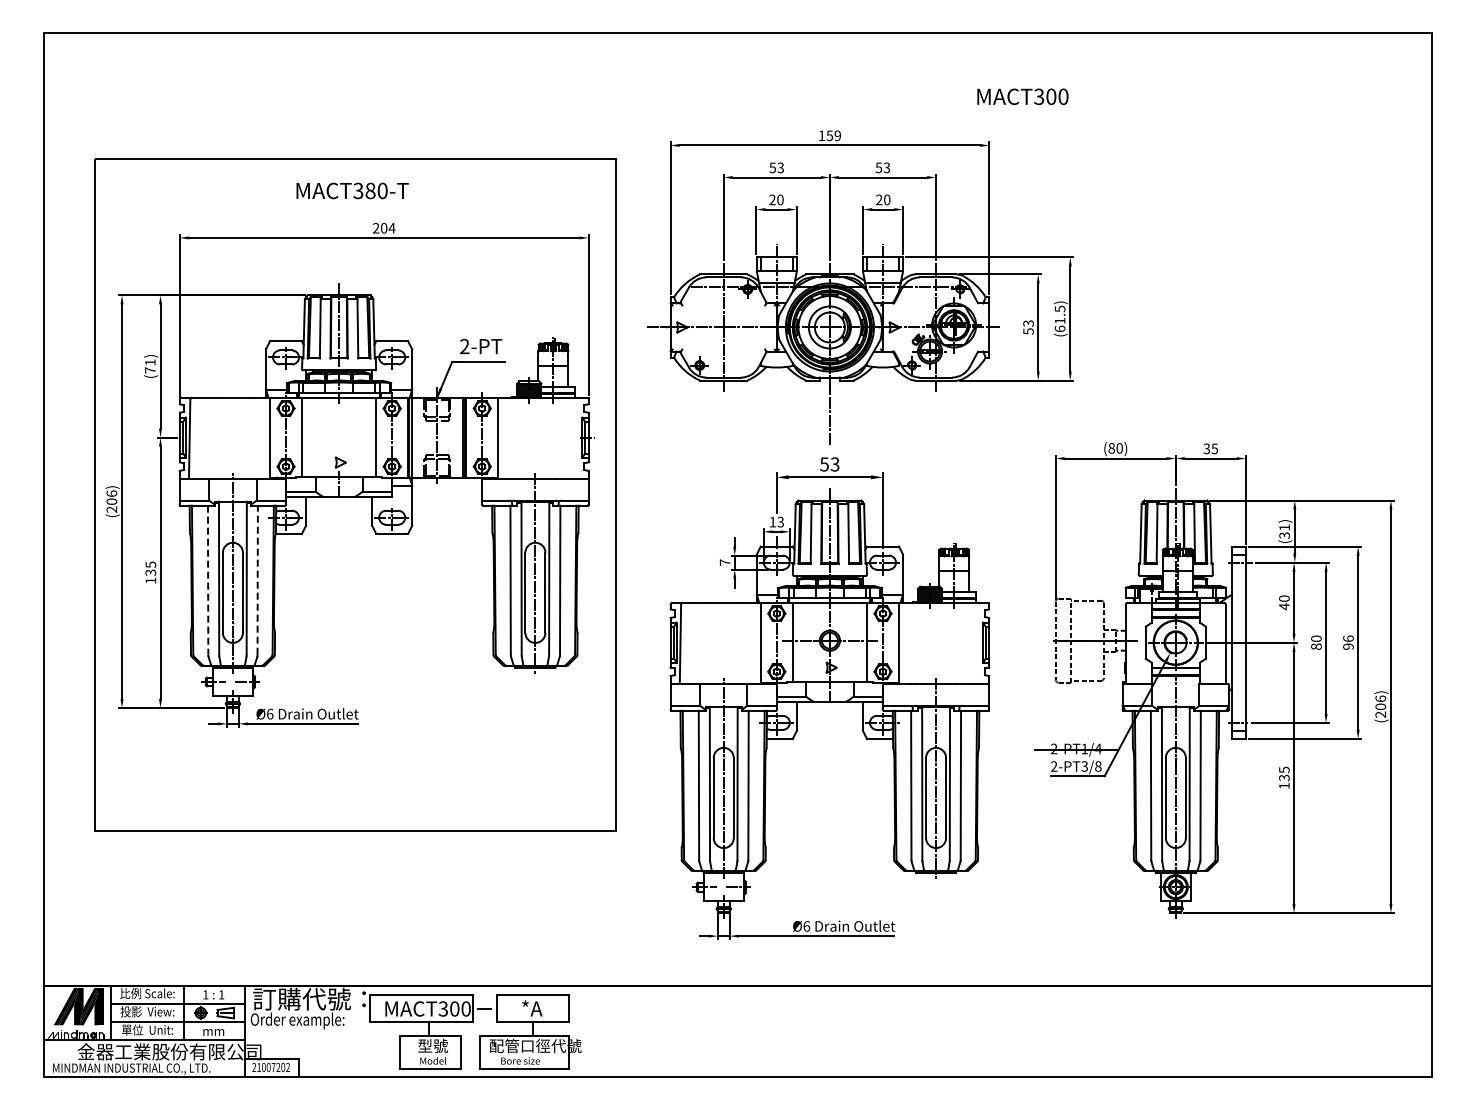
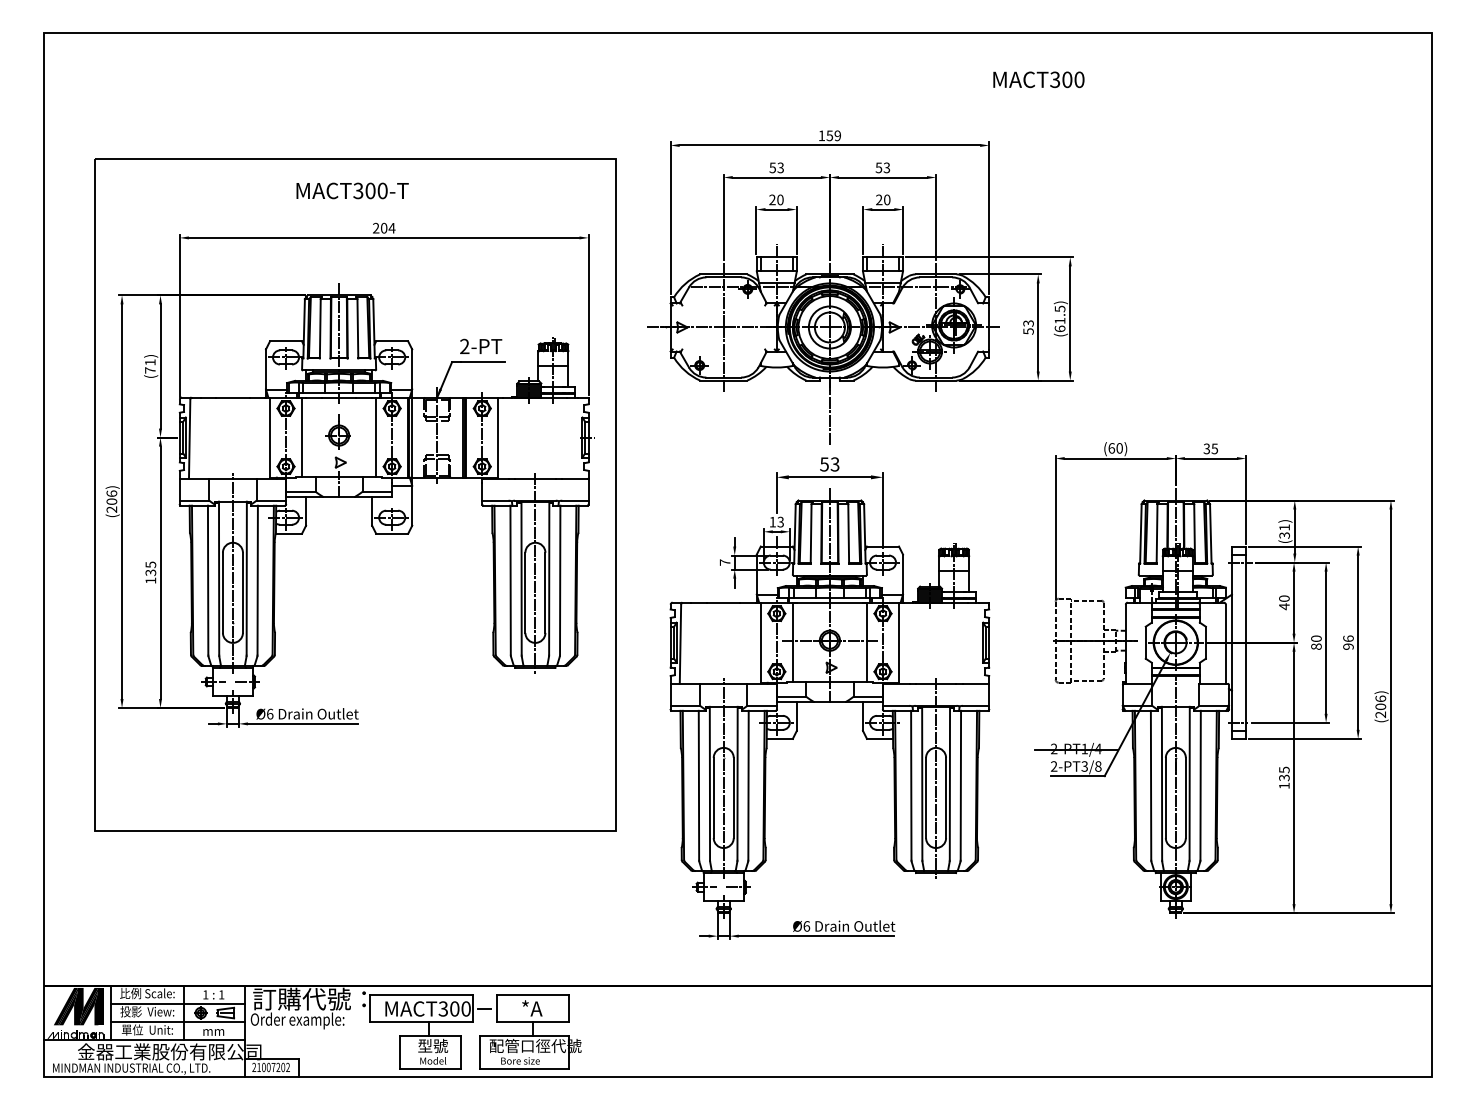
text at (1022, 96) position: (1022, 96) -> (1038, 79)
text at (370, 190): MACT380-T -> MACT300-T
part at (337, 431): none -> present
text at (1111, 448): (80) -> (60)
line at (208, 580): dashed -> solid
line at (257, 580): dashed -> solid
